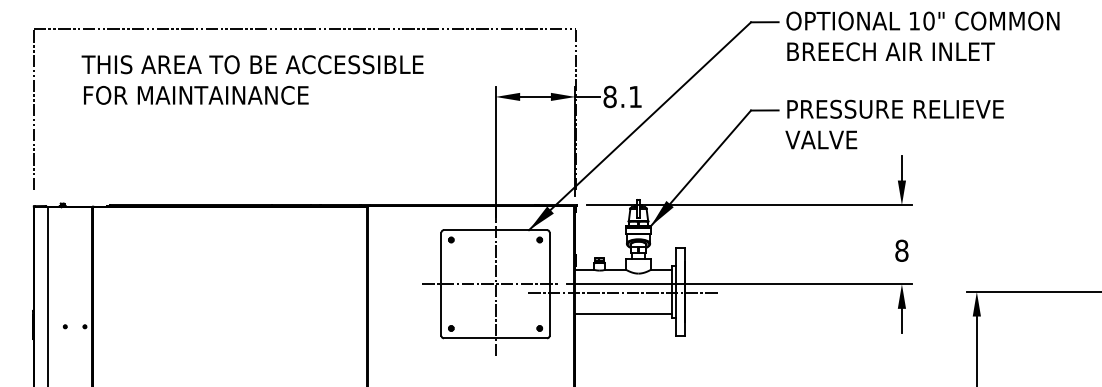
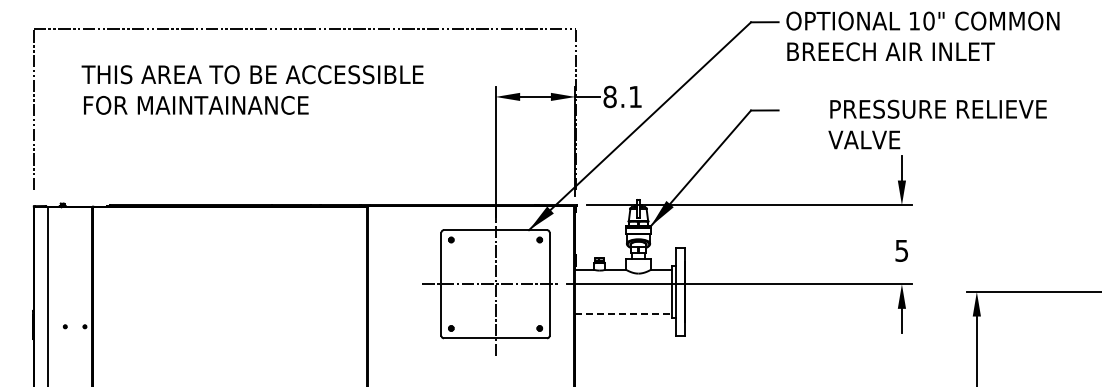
text at (252, 79) position: (252, 79) -> (252, 89)
text at (894, 124) position: (894, 124) -> (937, 124)
text at (901, 250): 8 -> 5
line at (624, 293): present -> none
line at (623, 314): solid -> dashed
